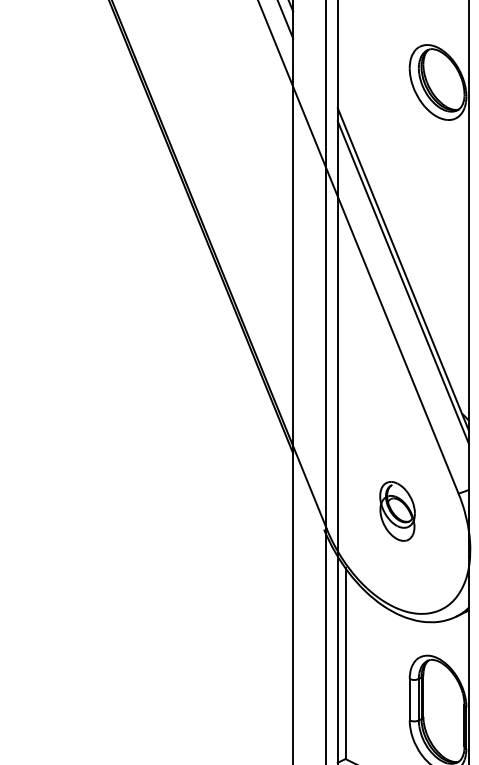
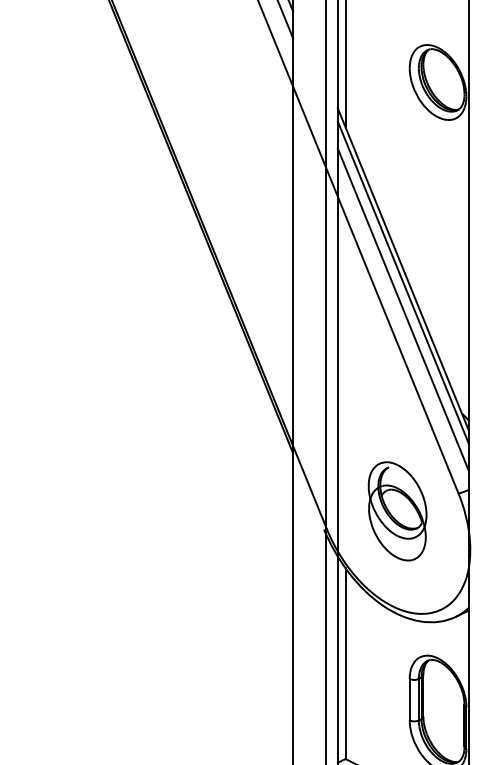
line at (345, 64): none -> present
line at (402, 309): none -> present
part at (397, 511) size: 37x61 px -> 61x101 px
